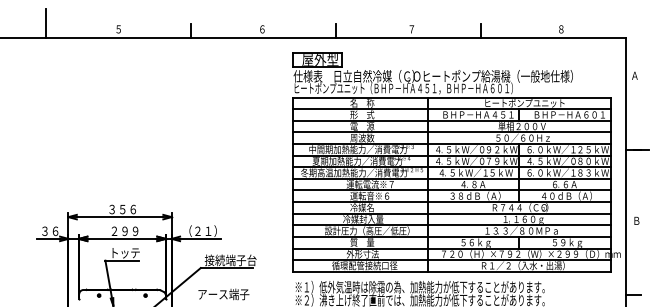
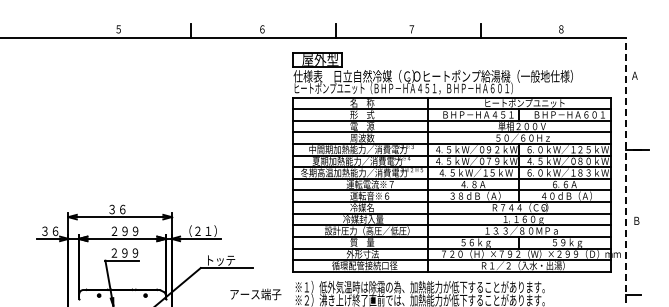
line at (45, 23): present -> none
line at (626, 172): solid -> dashed
text at (128, 209): ３５６ -> ３６
text at (125, 253): トッテ -> ２９９
text at (230, 260): 接続端子台 -> トッテ
text at (223, 294) position: (223, 294) -> (255, 294)
